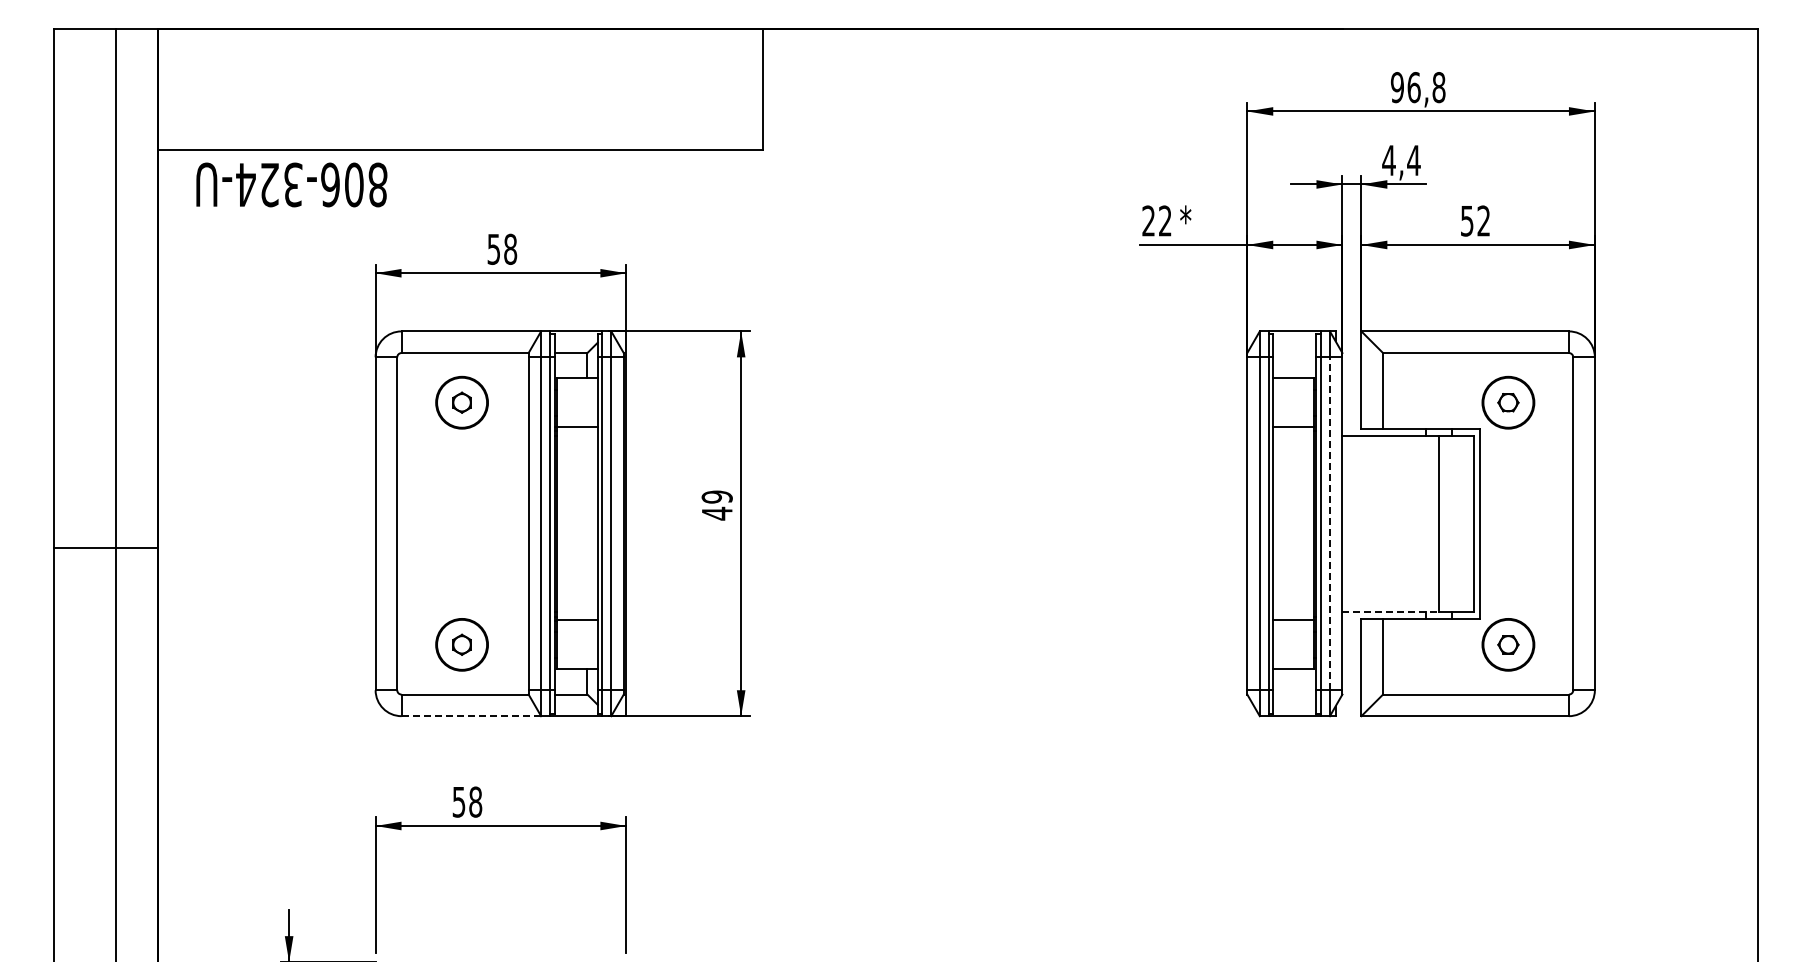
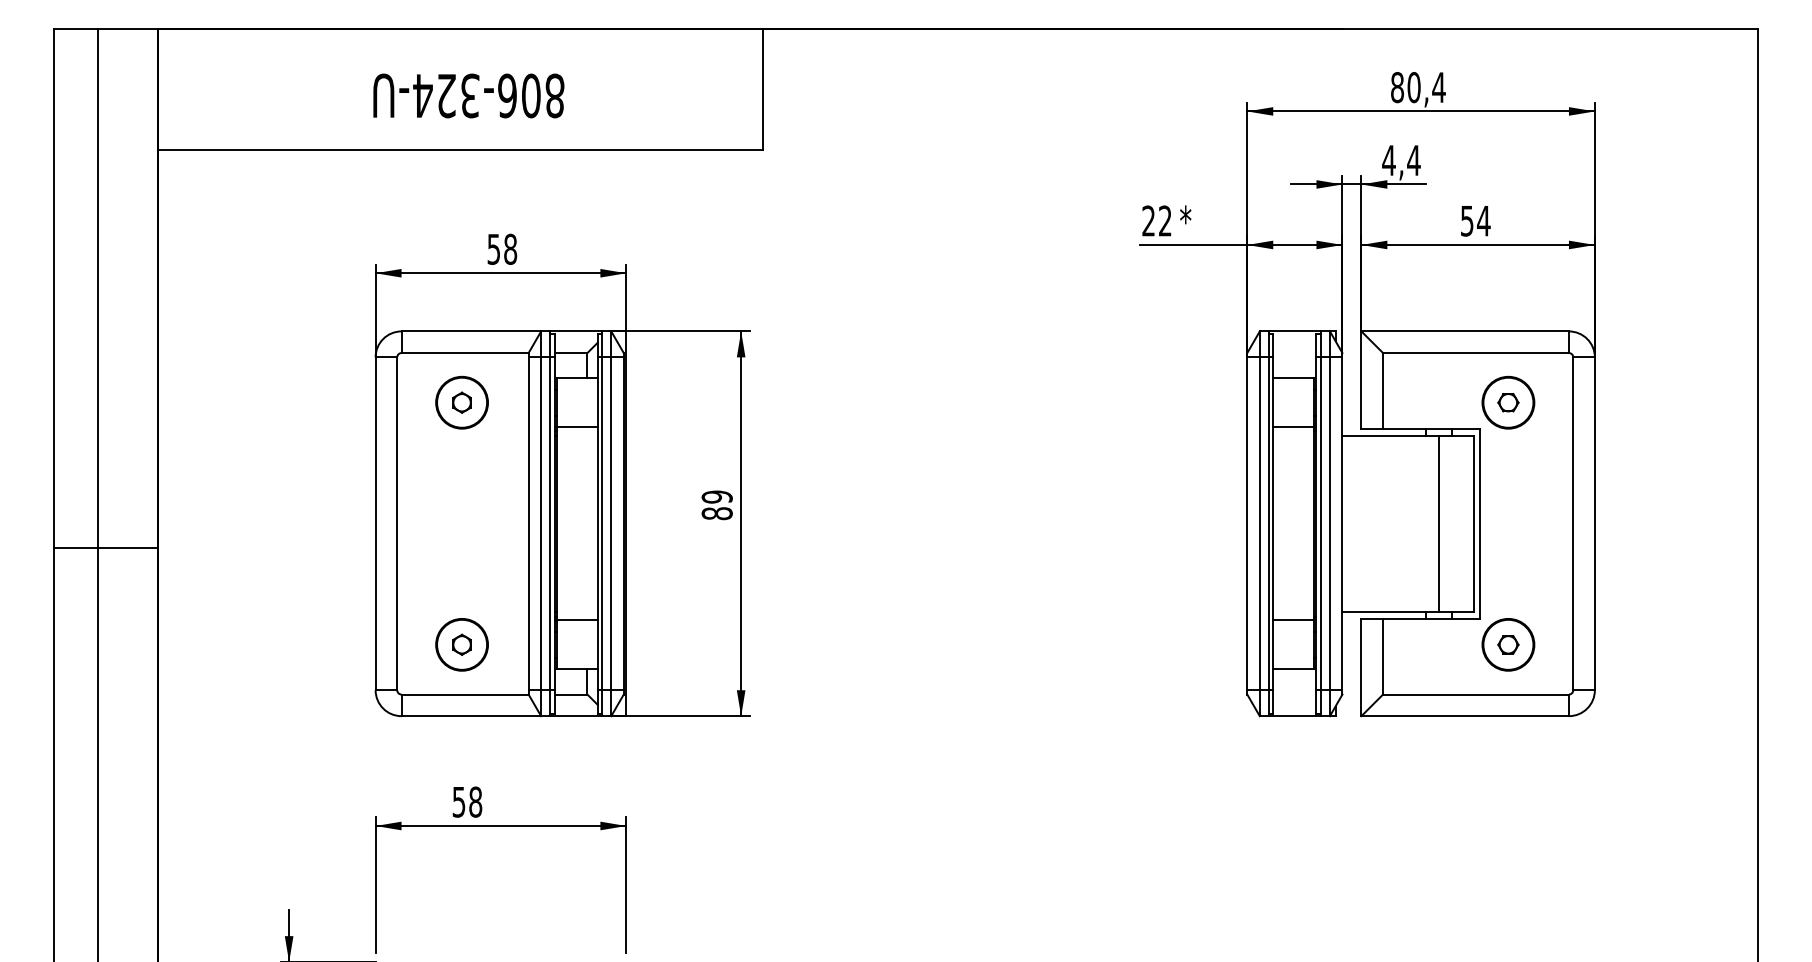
text at (1417, 87): 96,8 -> 80,4
text at (291, 184) position: (291, 184) -> (468, 95)
text at (1483, 220): 52 -> 54
line at (115, 493) position: (115, 493) -> (97, 493)
text at (716, 513): 49 -> 89
line at (1329, 523): dashed -> solid
line at (1391, 611): dashed -> solid
line at (471, 716): dashed -> solid
